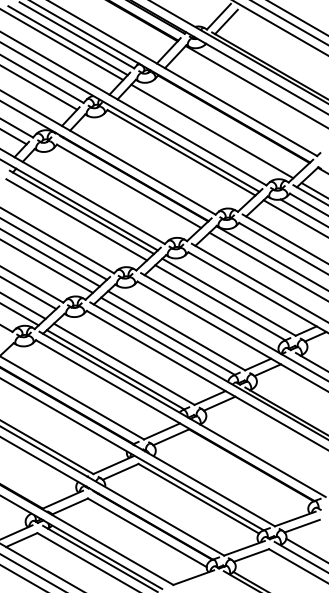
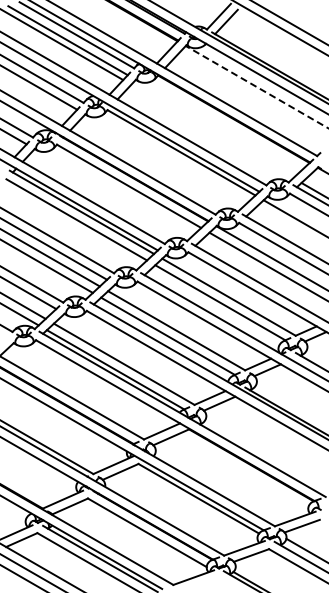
line at (297, 17): present -> none
line at (256, 86): solid -> dashed
line at (212, 131): present -> none
line at (302, 212): present -> none
